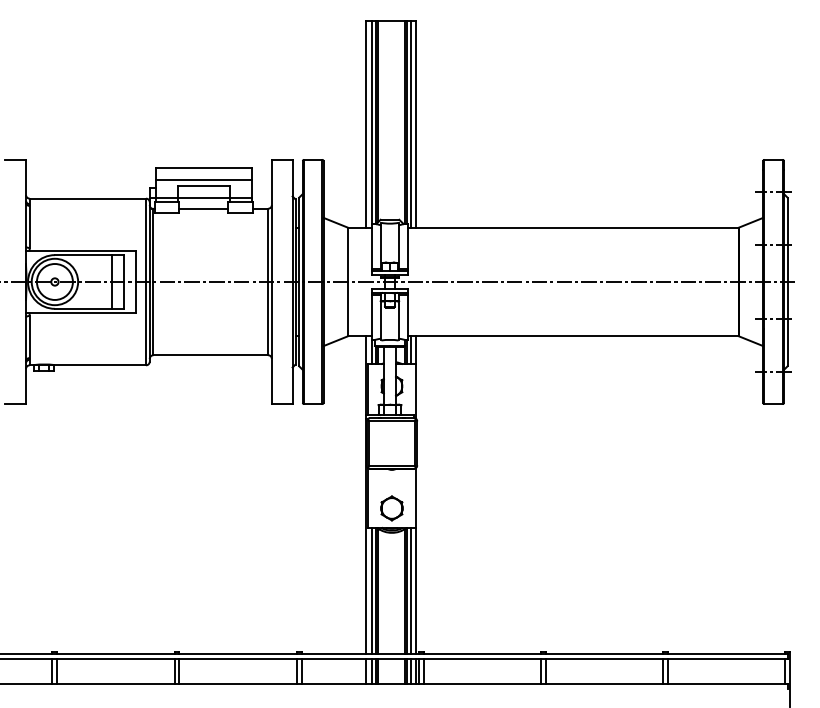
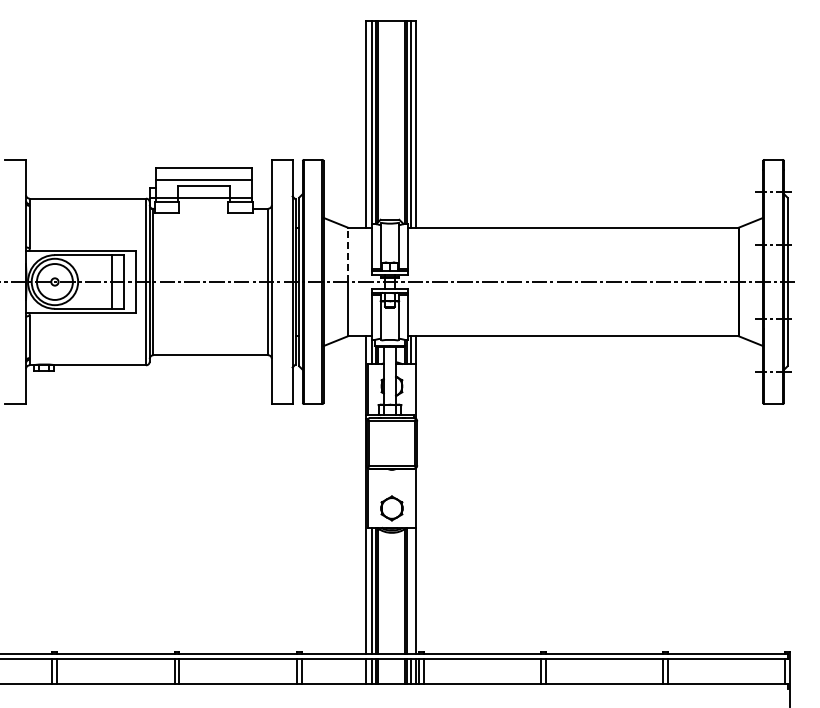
line at (203, 208): present -> none
line at (348, 254): solid -> dashed
line at (410, 590): present -> none
